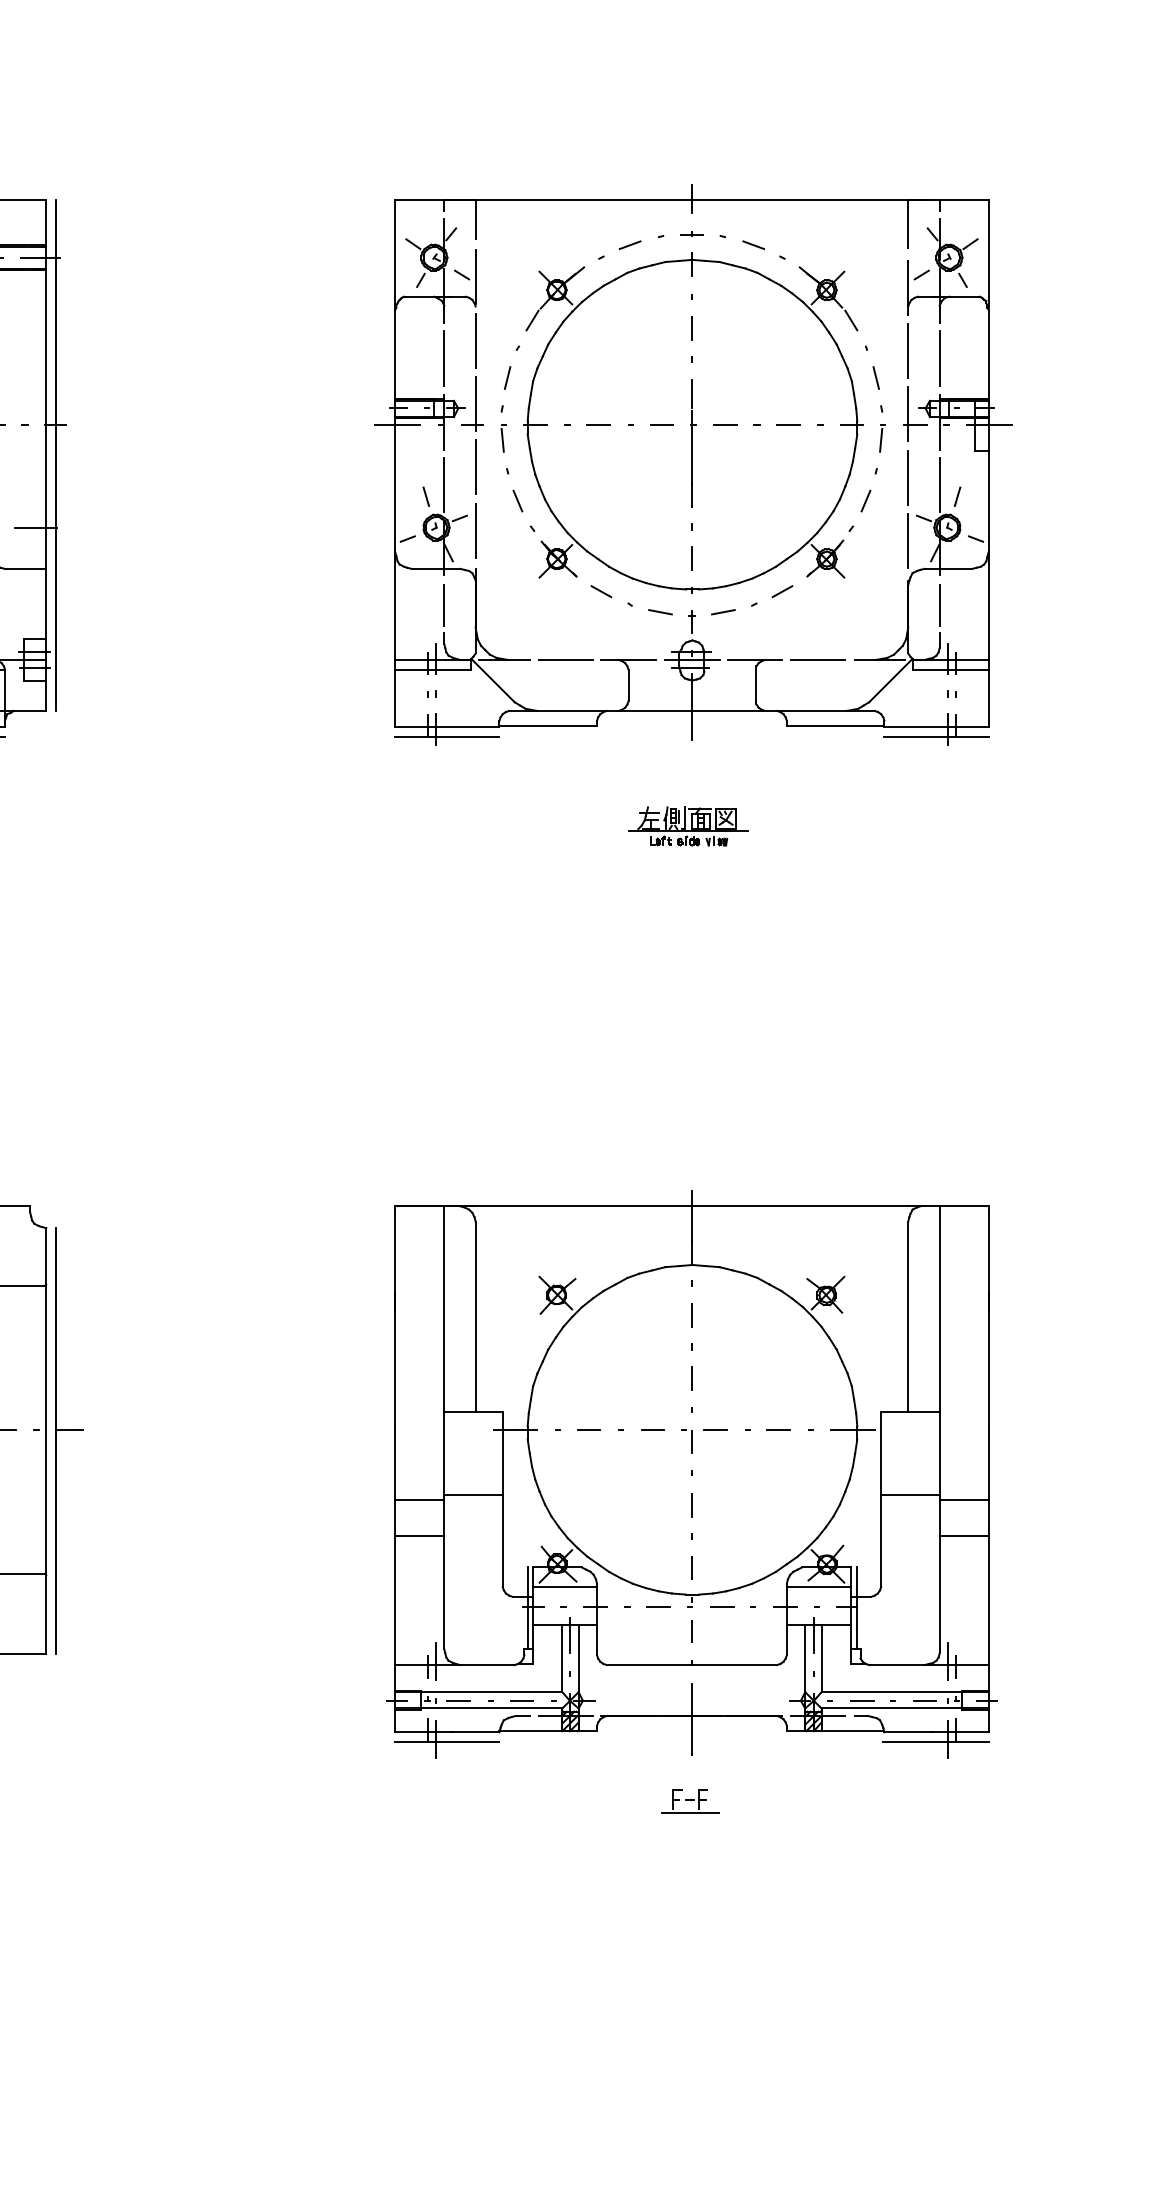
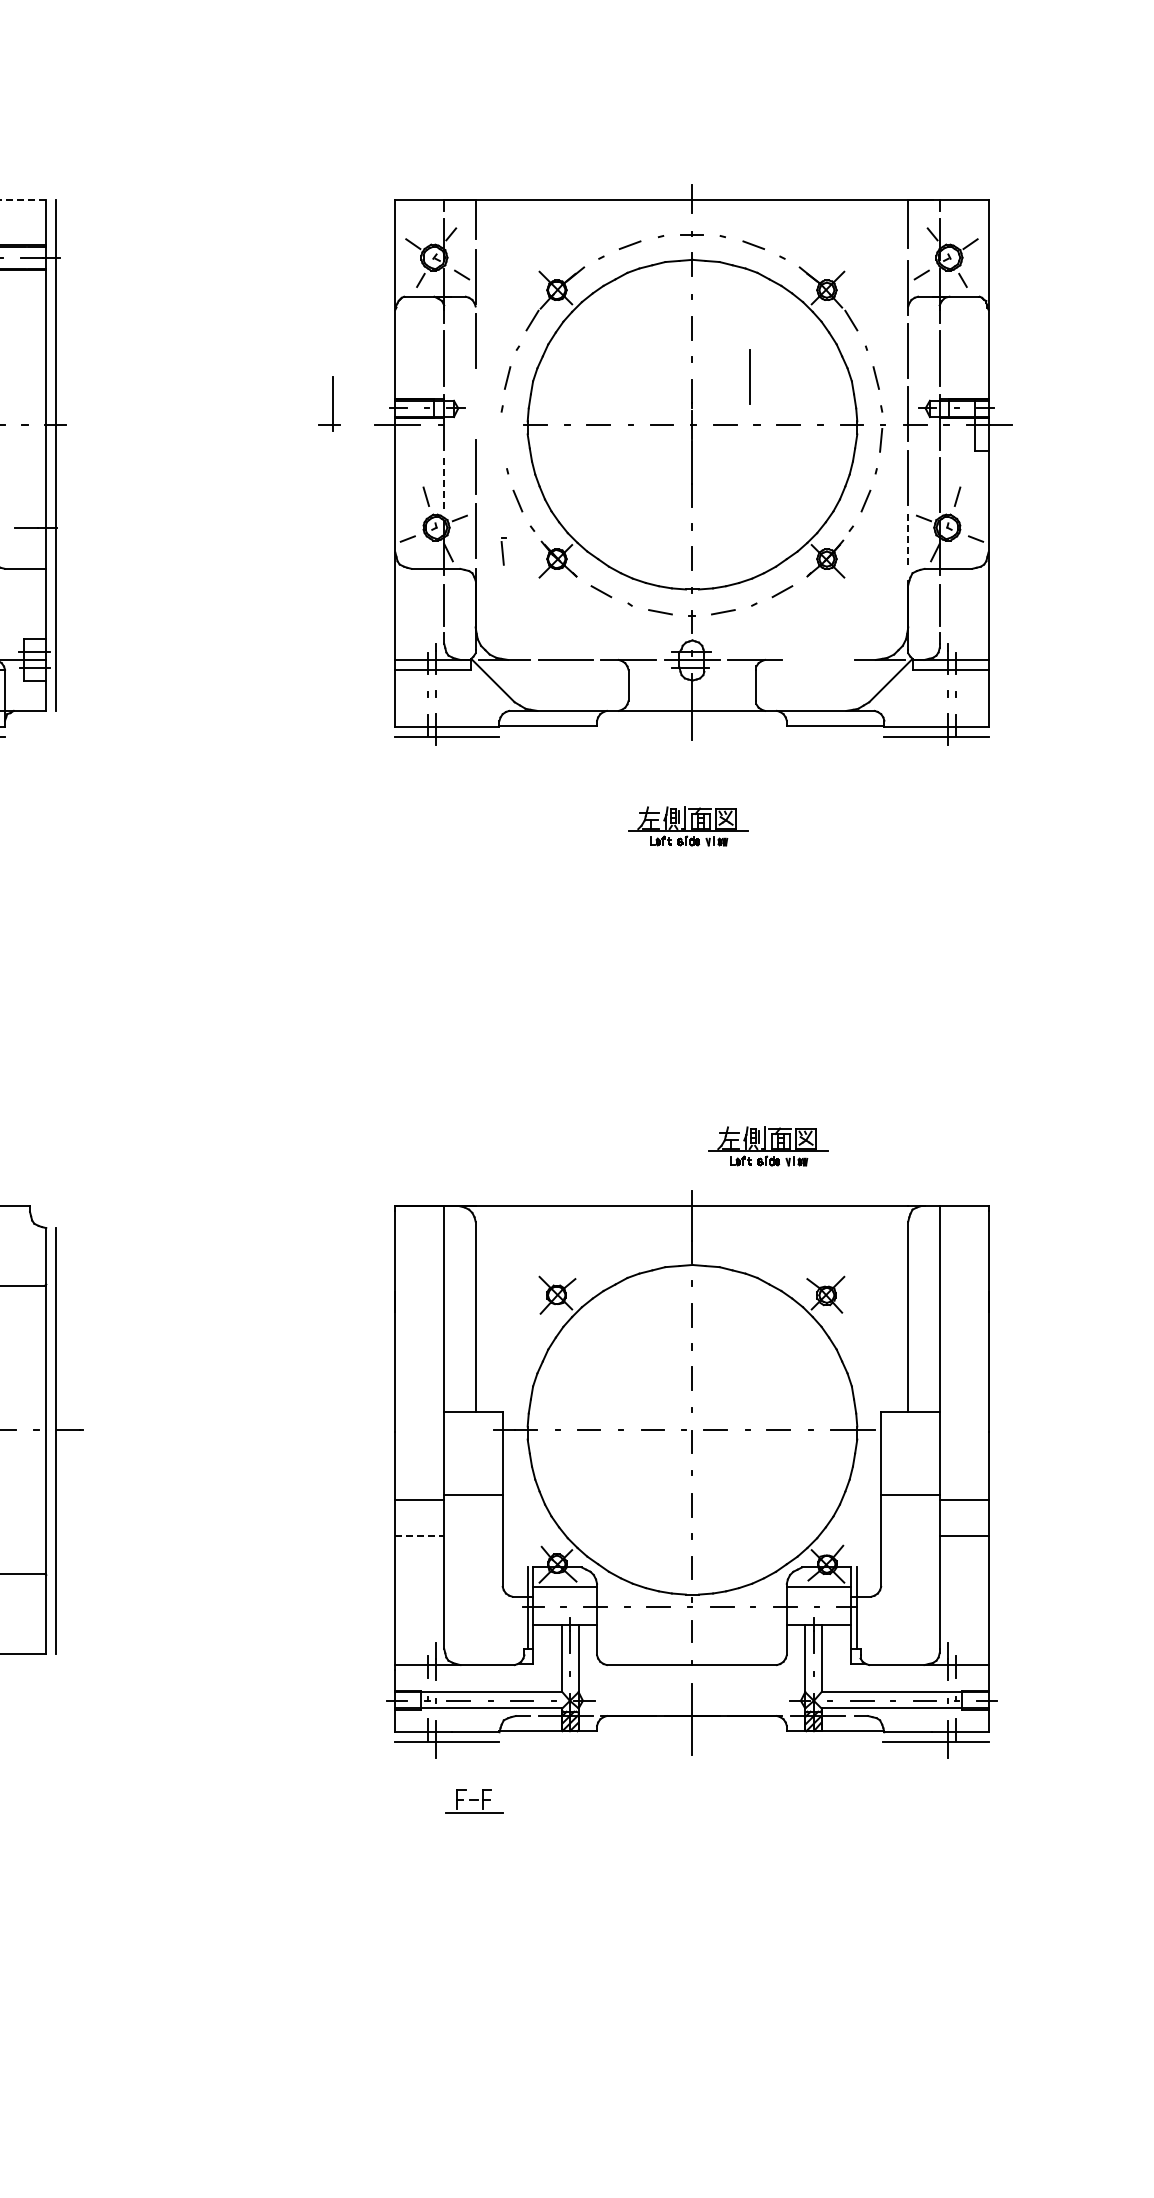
line at (23, 200): solid -> dashed
line at (749, 376): none -> present
part at (472, 403) position: (472, 403) -> (329, 403)
part at (503, 438) position: (503, 438) -> (503, 551)
line at (444, 485): solid -> dashed
line at (908, 541): solid -> dashed
line at (817, 659): present -> none
part at (768, 1146): none -> present
line at (420, 1536): solid -> dashed
part at (690, 1801) position: (690, 1801) -> (474, 1801)
